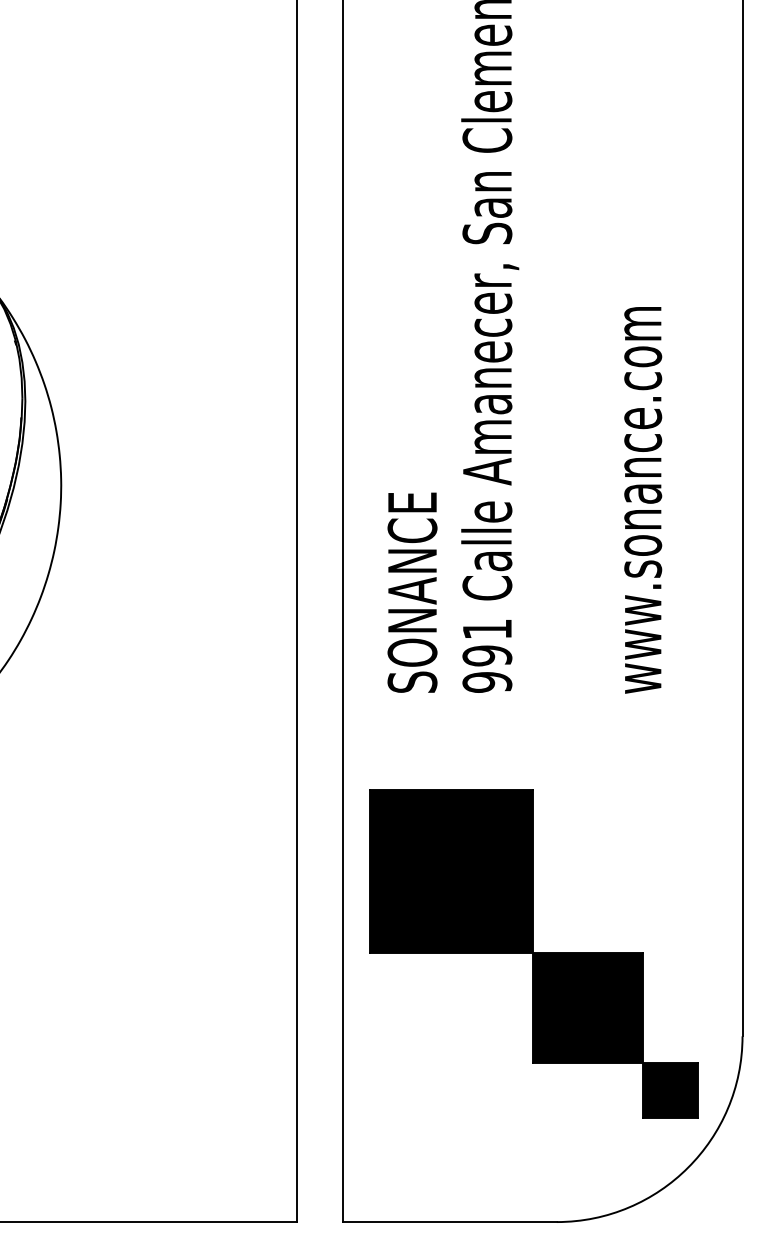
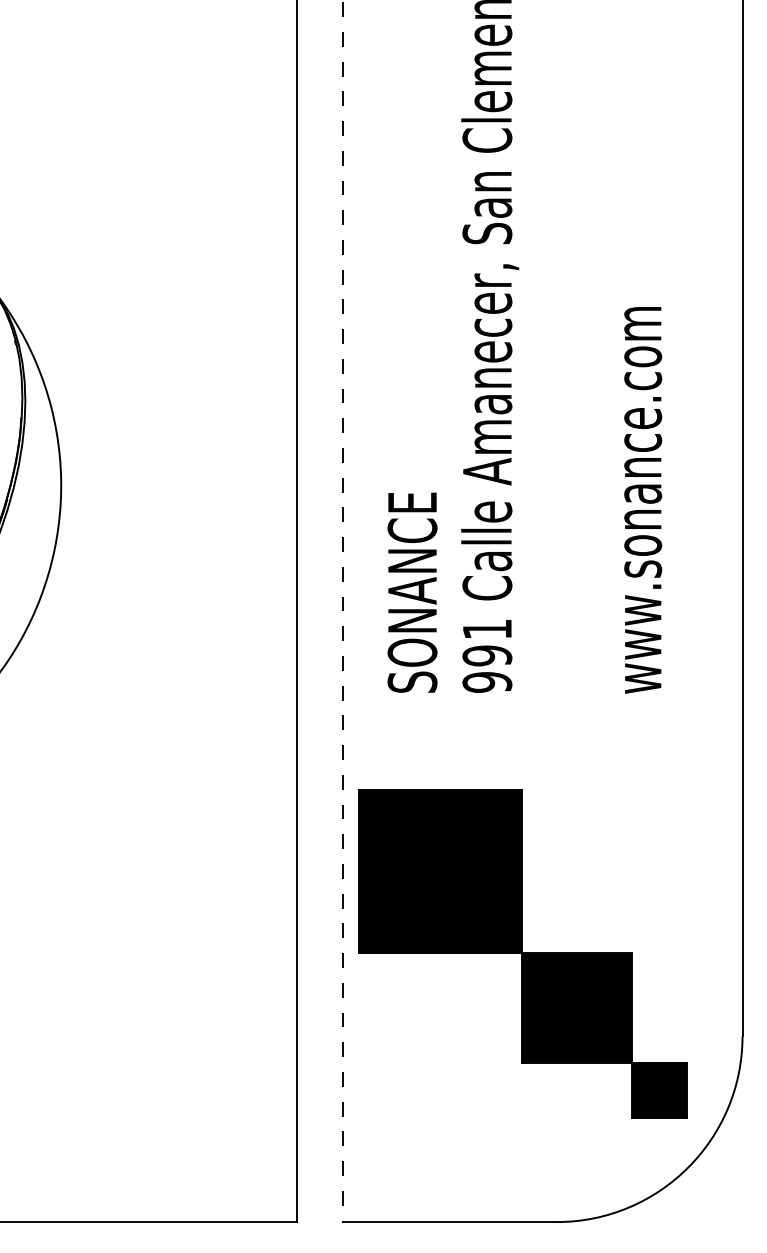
line at (342, 611): solid -> dashed
part at (533, 953) position: (533, 953) -> (522, 953)
